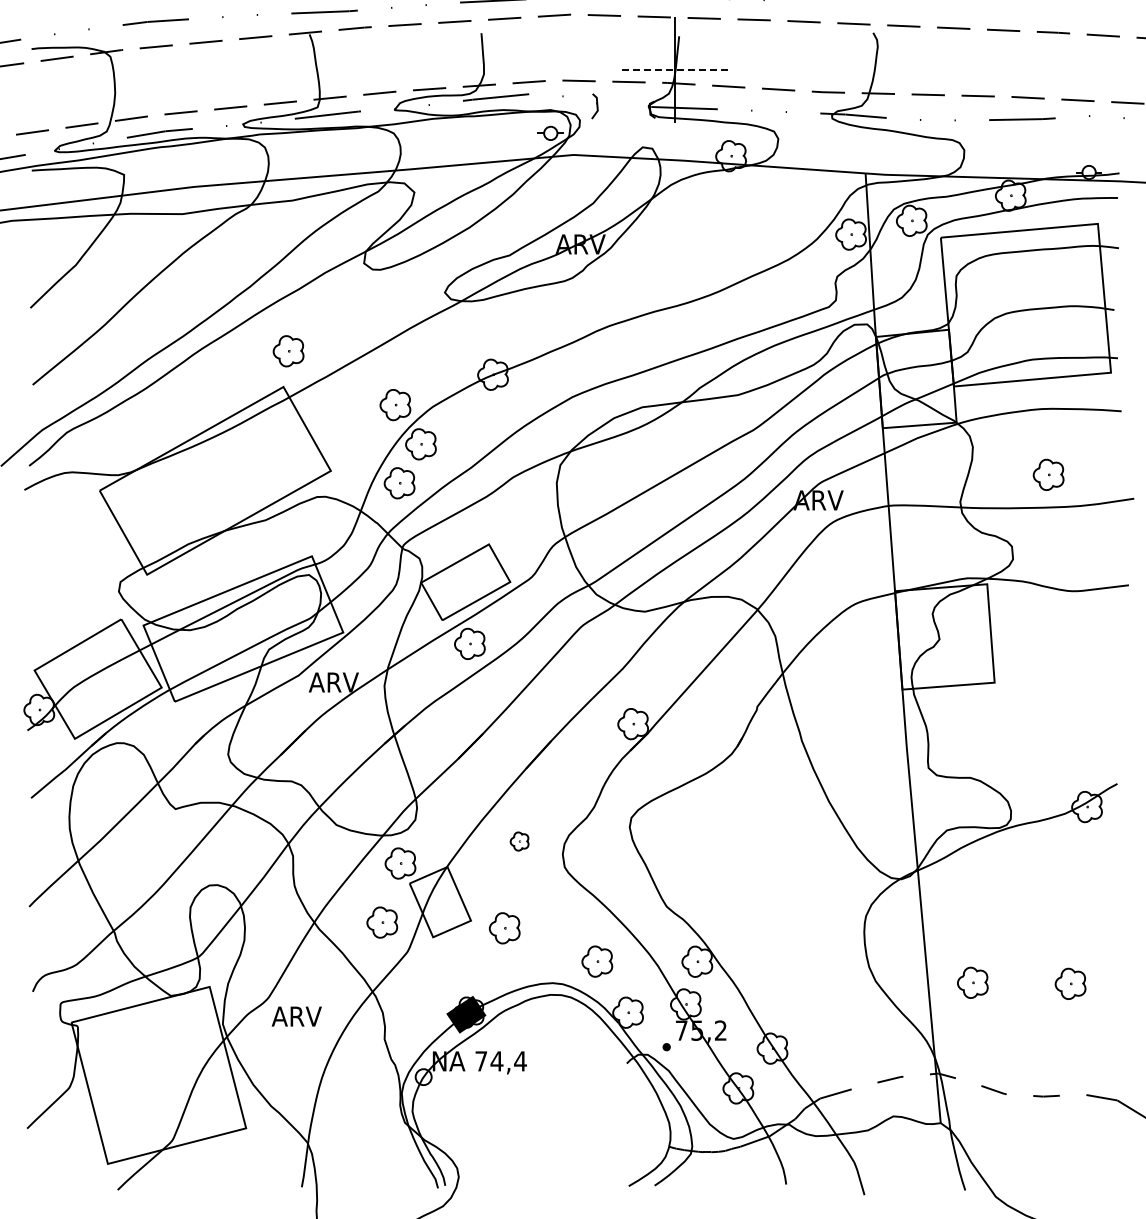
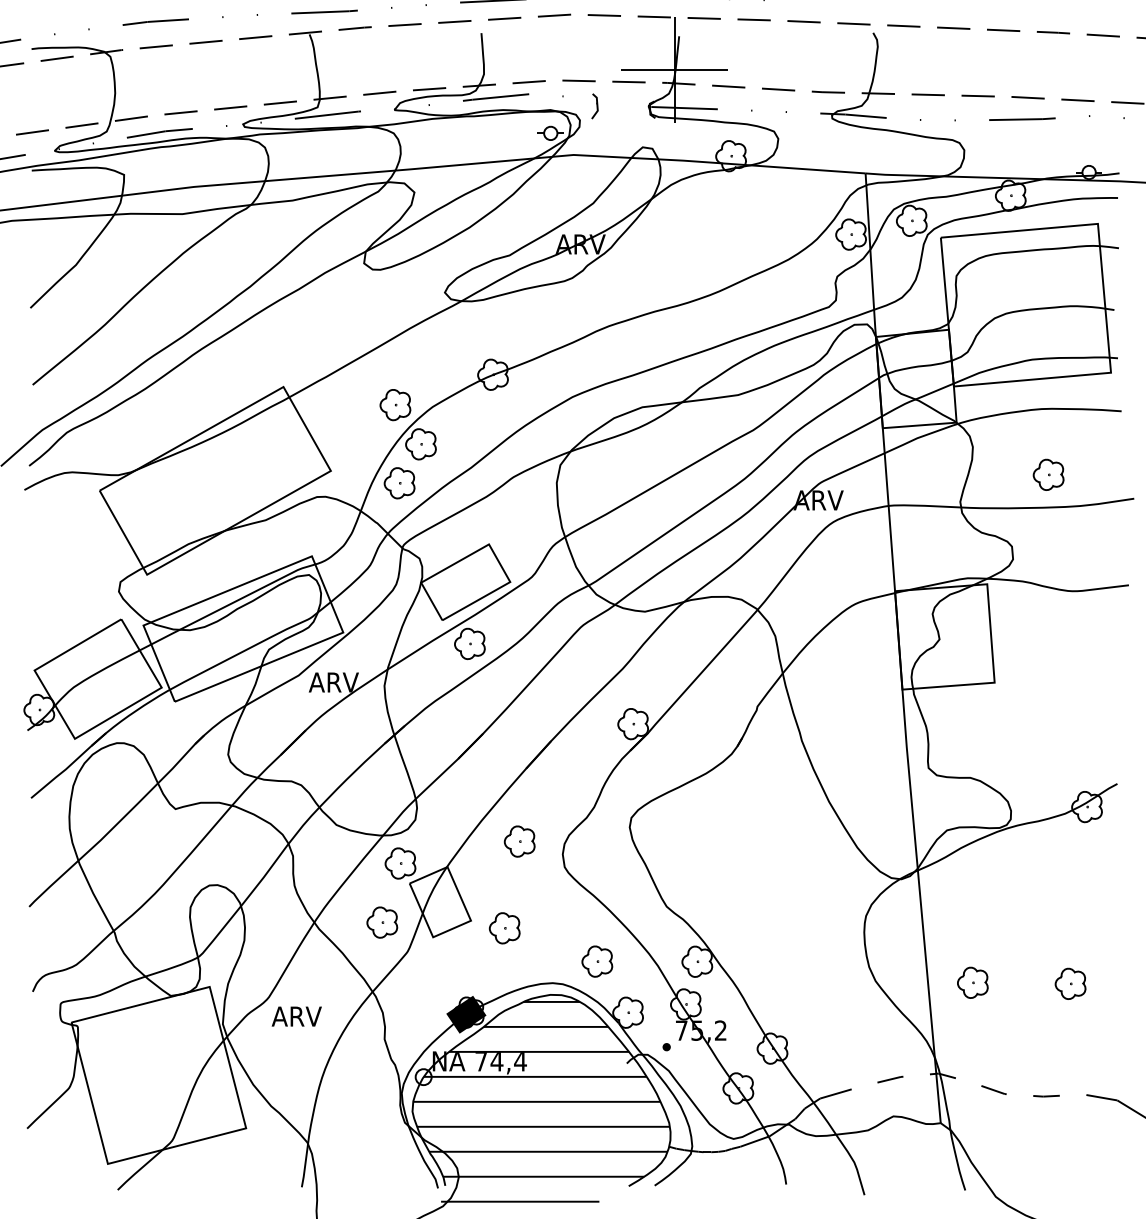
line at (674, 69): dashed -> solid
part at (288, 351): present -> none
part at (519, 841) size: 21x21 px -> 33x33 px
hatch at (541, 1101): none -> present
